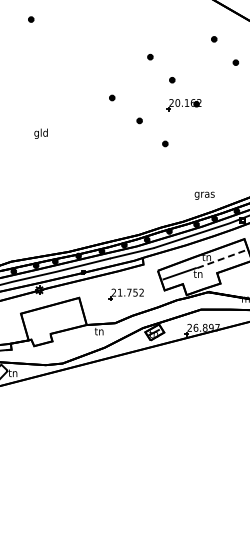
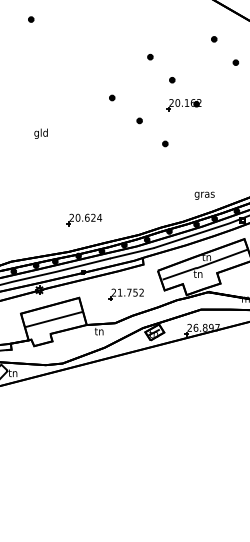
part at (84, 219): none -> present
line at (222, 258): dashed -> solid
line at (53, 319): none -> present
